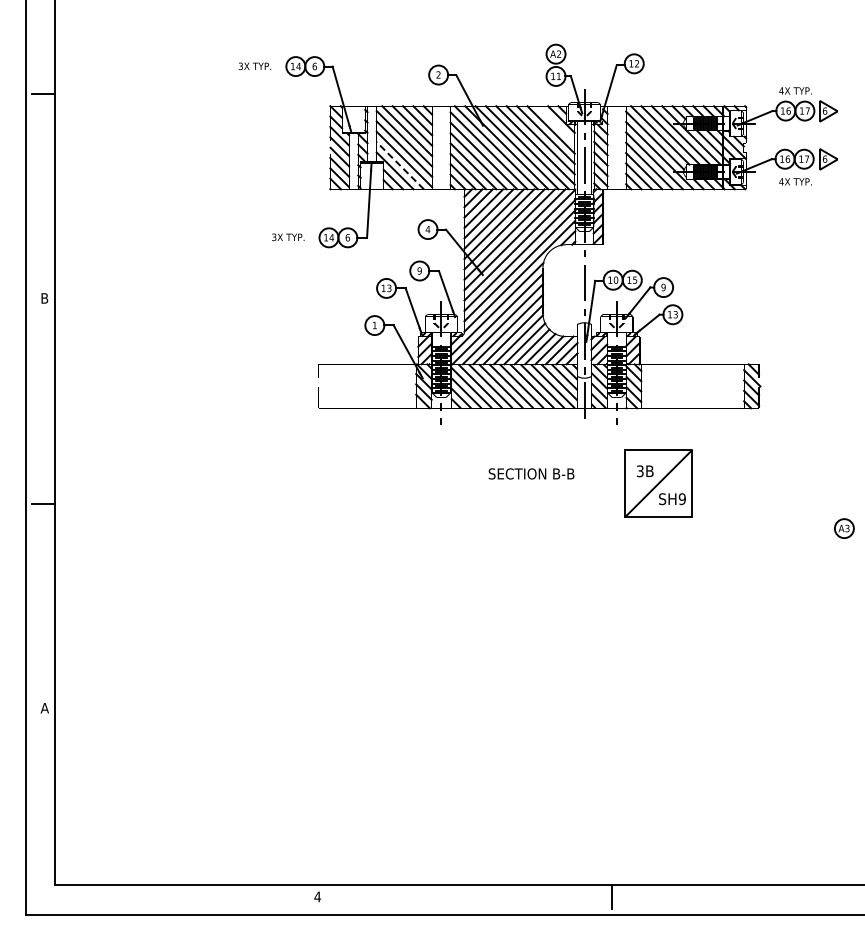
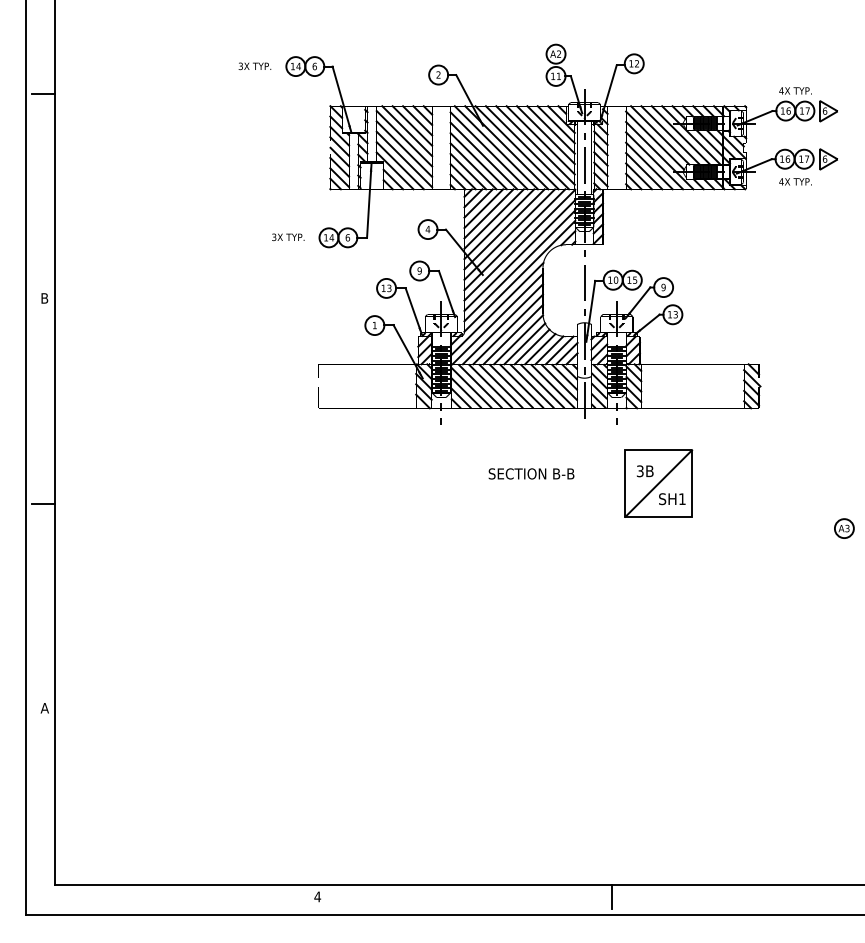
line at (555, 124): none -> present
line at (400, 165): dashed -> solid
text at (681, 499): SH9 -> SH1
